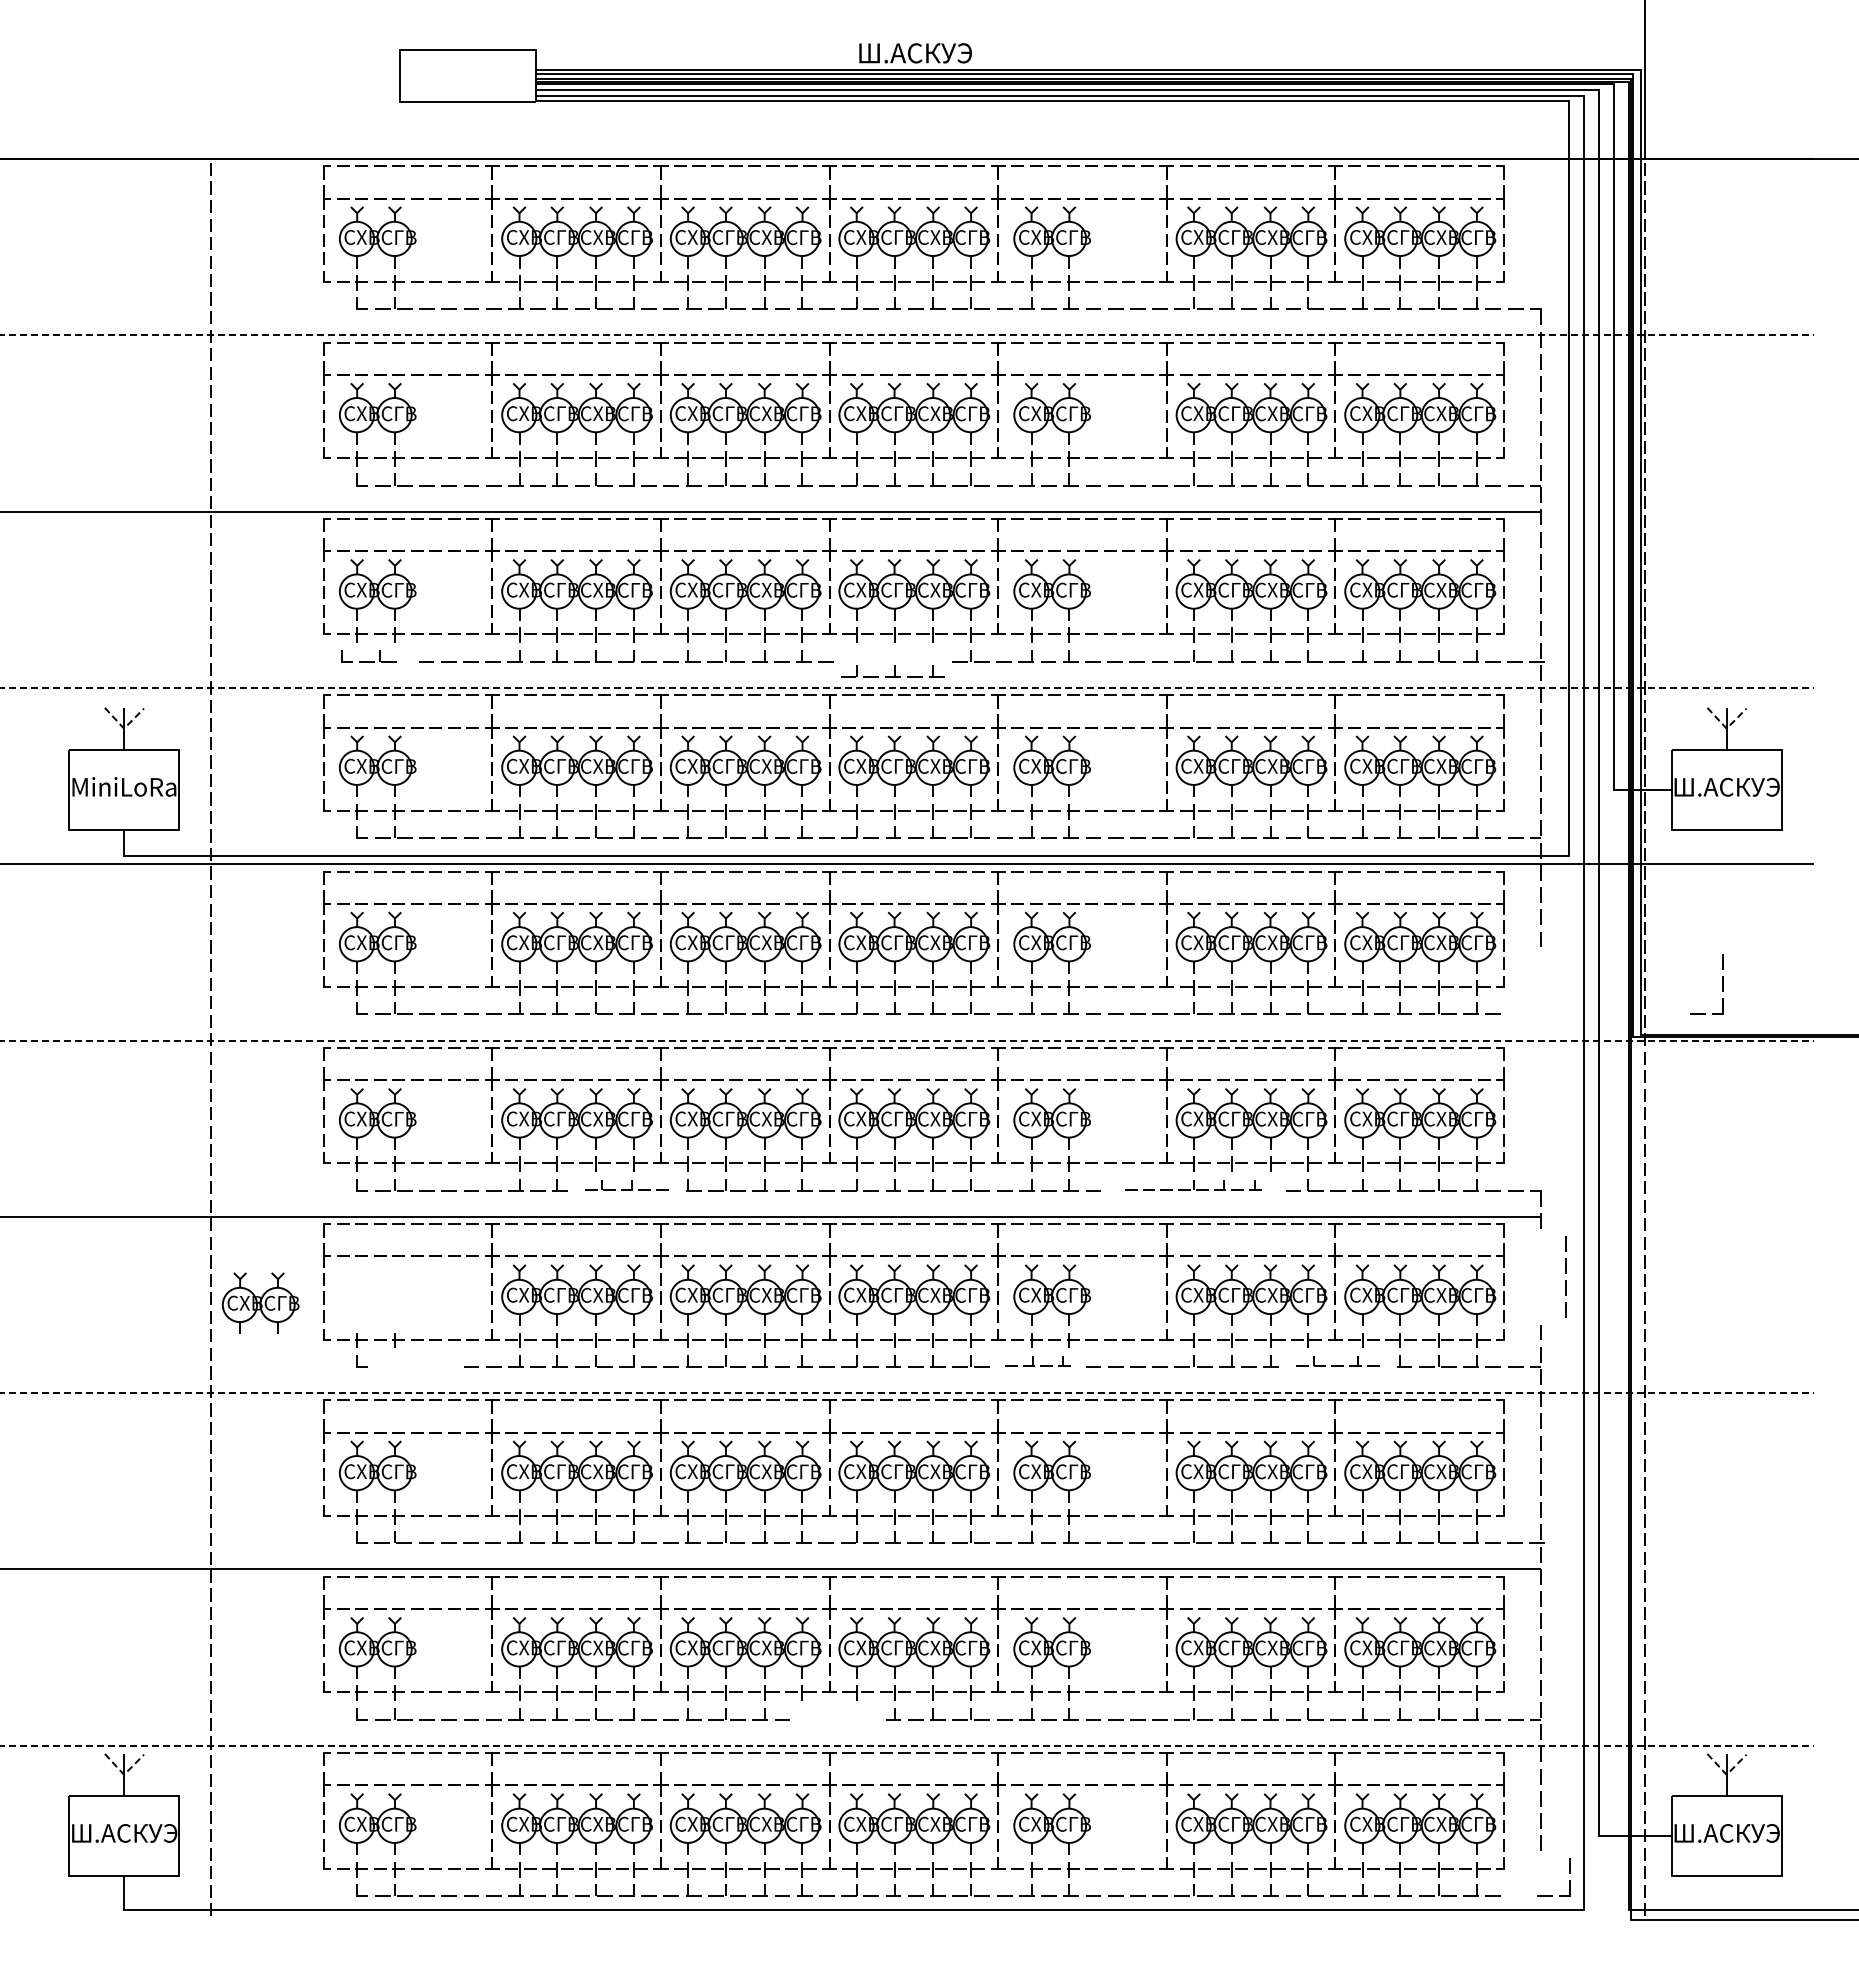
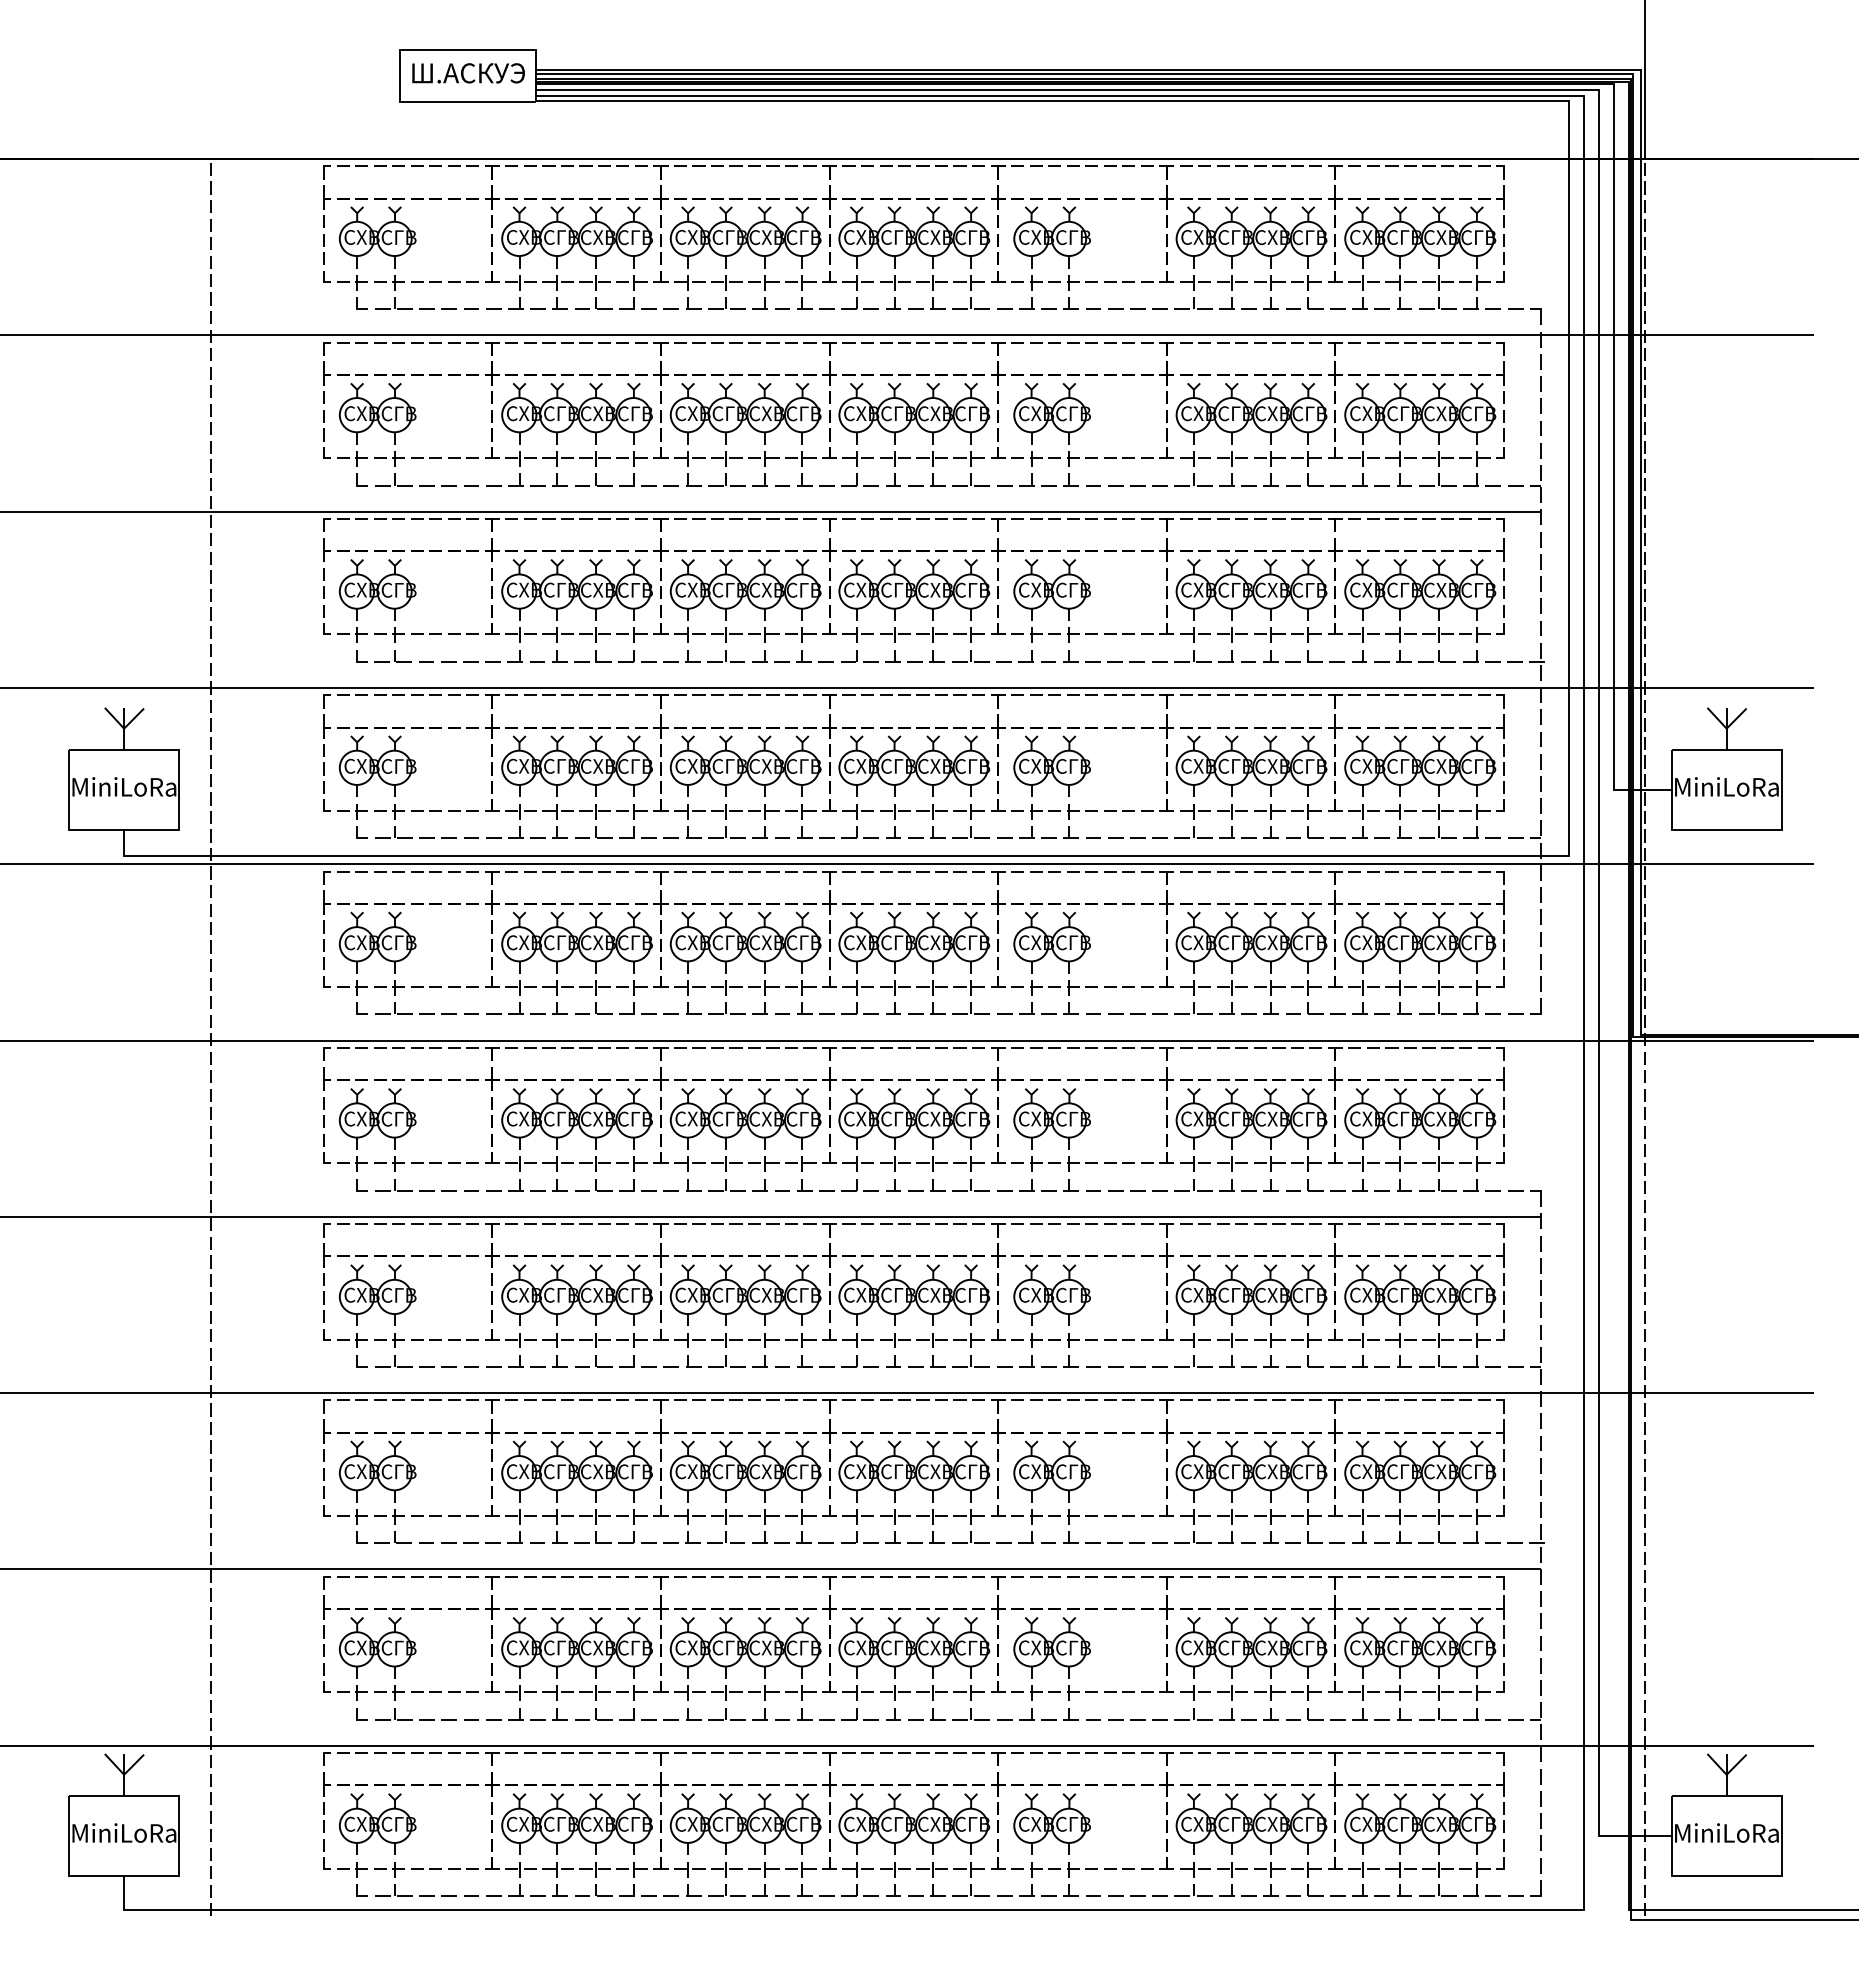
text at (915, 53) position: (915, 53) -> (468, 73)
line at (907, 335): dashed -> solid
part at (368, 656) position: (368, 656) -> (383, 656)
part at (892, 671) position: (892, 671) -> (892, 656)
line at (907, 687): dashed -> solid
line at (124, 728): dashed -> solid
line at (1726, 728): dashed -> solid
text at (1726, 786): Ш.АСКУЭ -> MiniLoRa
part at (1722, 984) position: (1722, 984) -> (1540, 984)
line at (907, 1040): dashed -> solid
part at (626, 1185) size: 84x11 px -> 104x13 px
part at (1193, 1185) size: 137x11 px -> 171x13 px
line at (1565, 1273) position: (1565, 1273) -> (1540, 1273)
part at (260, 1302) position: (260, 1302) -> (377, 1294)
part at (415, 1361): none -> present
part at (1037, 1361) size: 66x11 px -> 82x13 px
part at (1337, 1361) size: 84x11 px -> 104x13 px
line at (907, 1393): dashed -> solid
part at (837, 1714): none -> present
line at (907, 1745): dashed -> solid
line at (124, 1774): dashed -> solid
line at (1726, 1774): dashed -> solid
text at (124, 1832): Ш.АСКУЭ -> MiniLoRa
text at (1726, 1832): Ш.АСКУЭ -> MiniLoRa
part at (1569, 1880) position: (1569, 1880) -> (1540, 1880)
